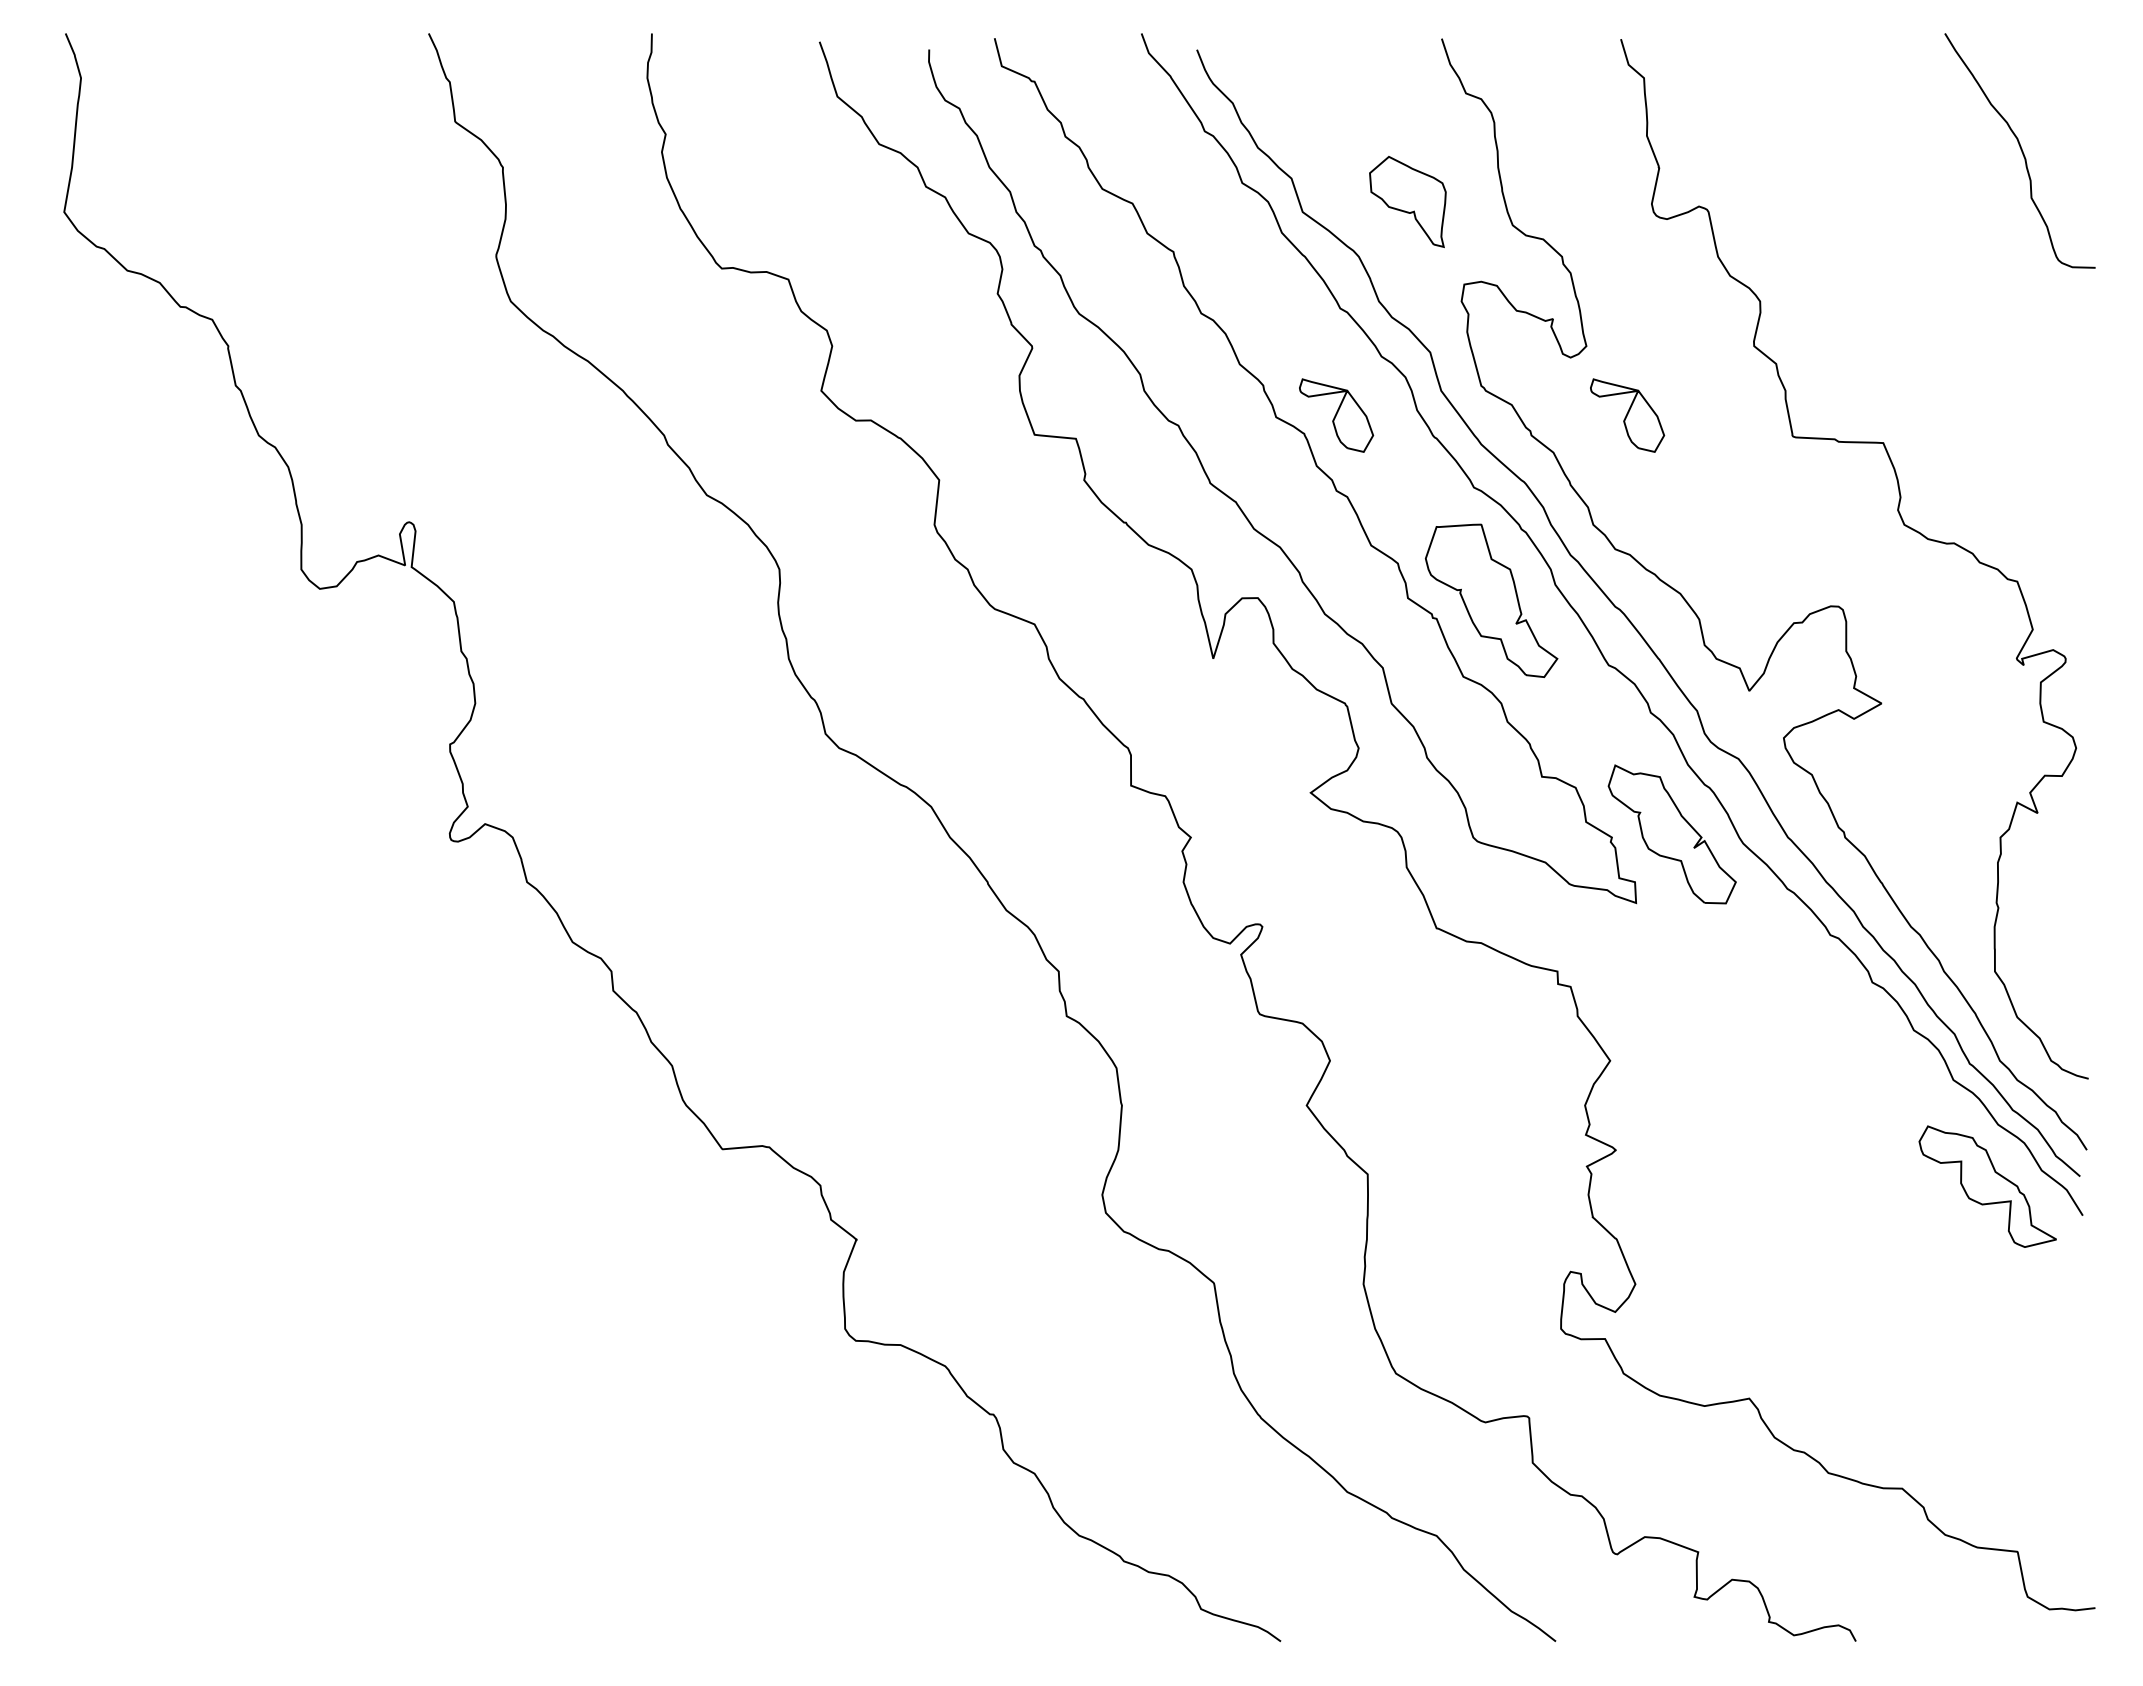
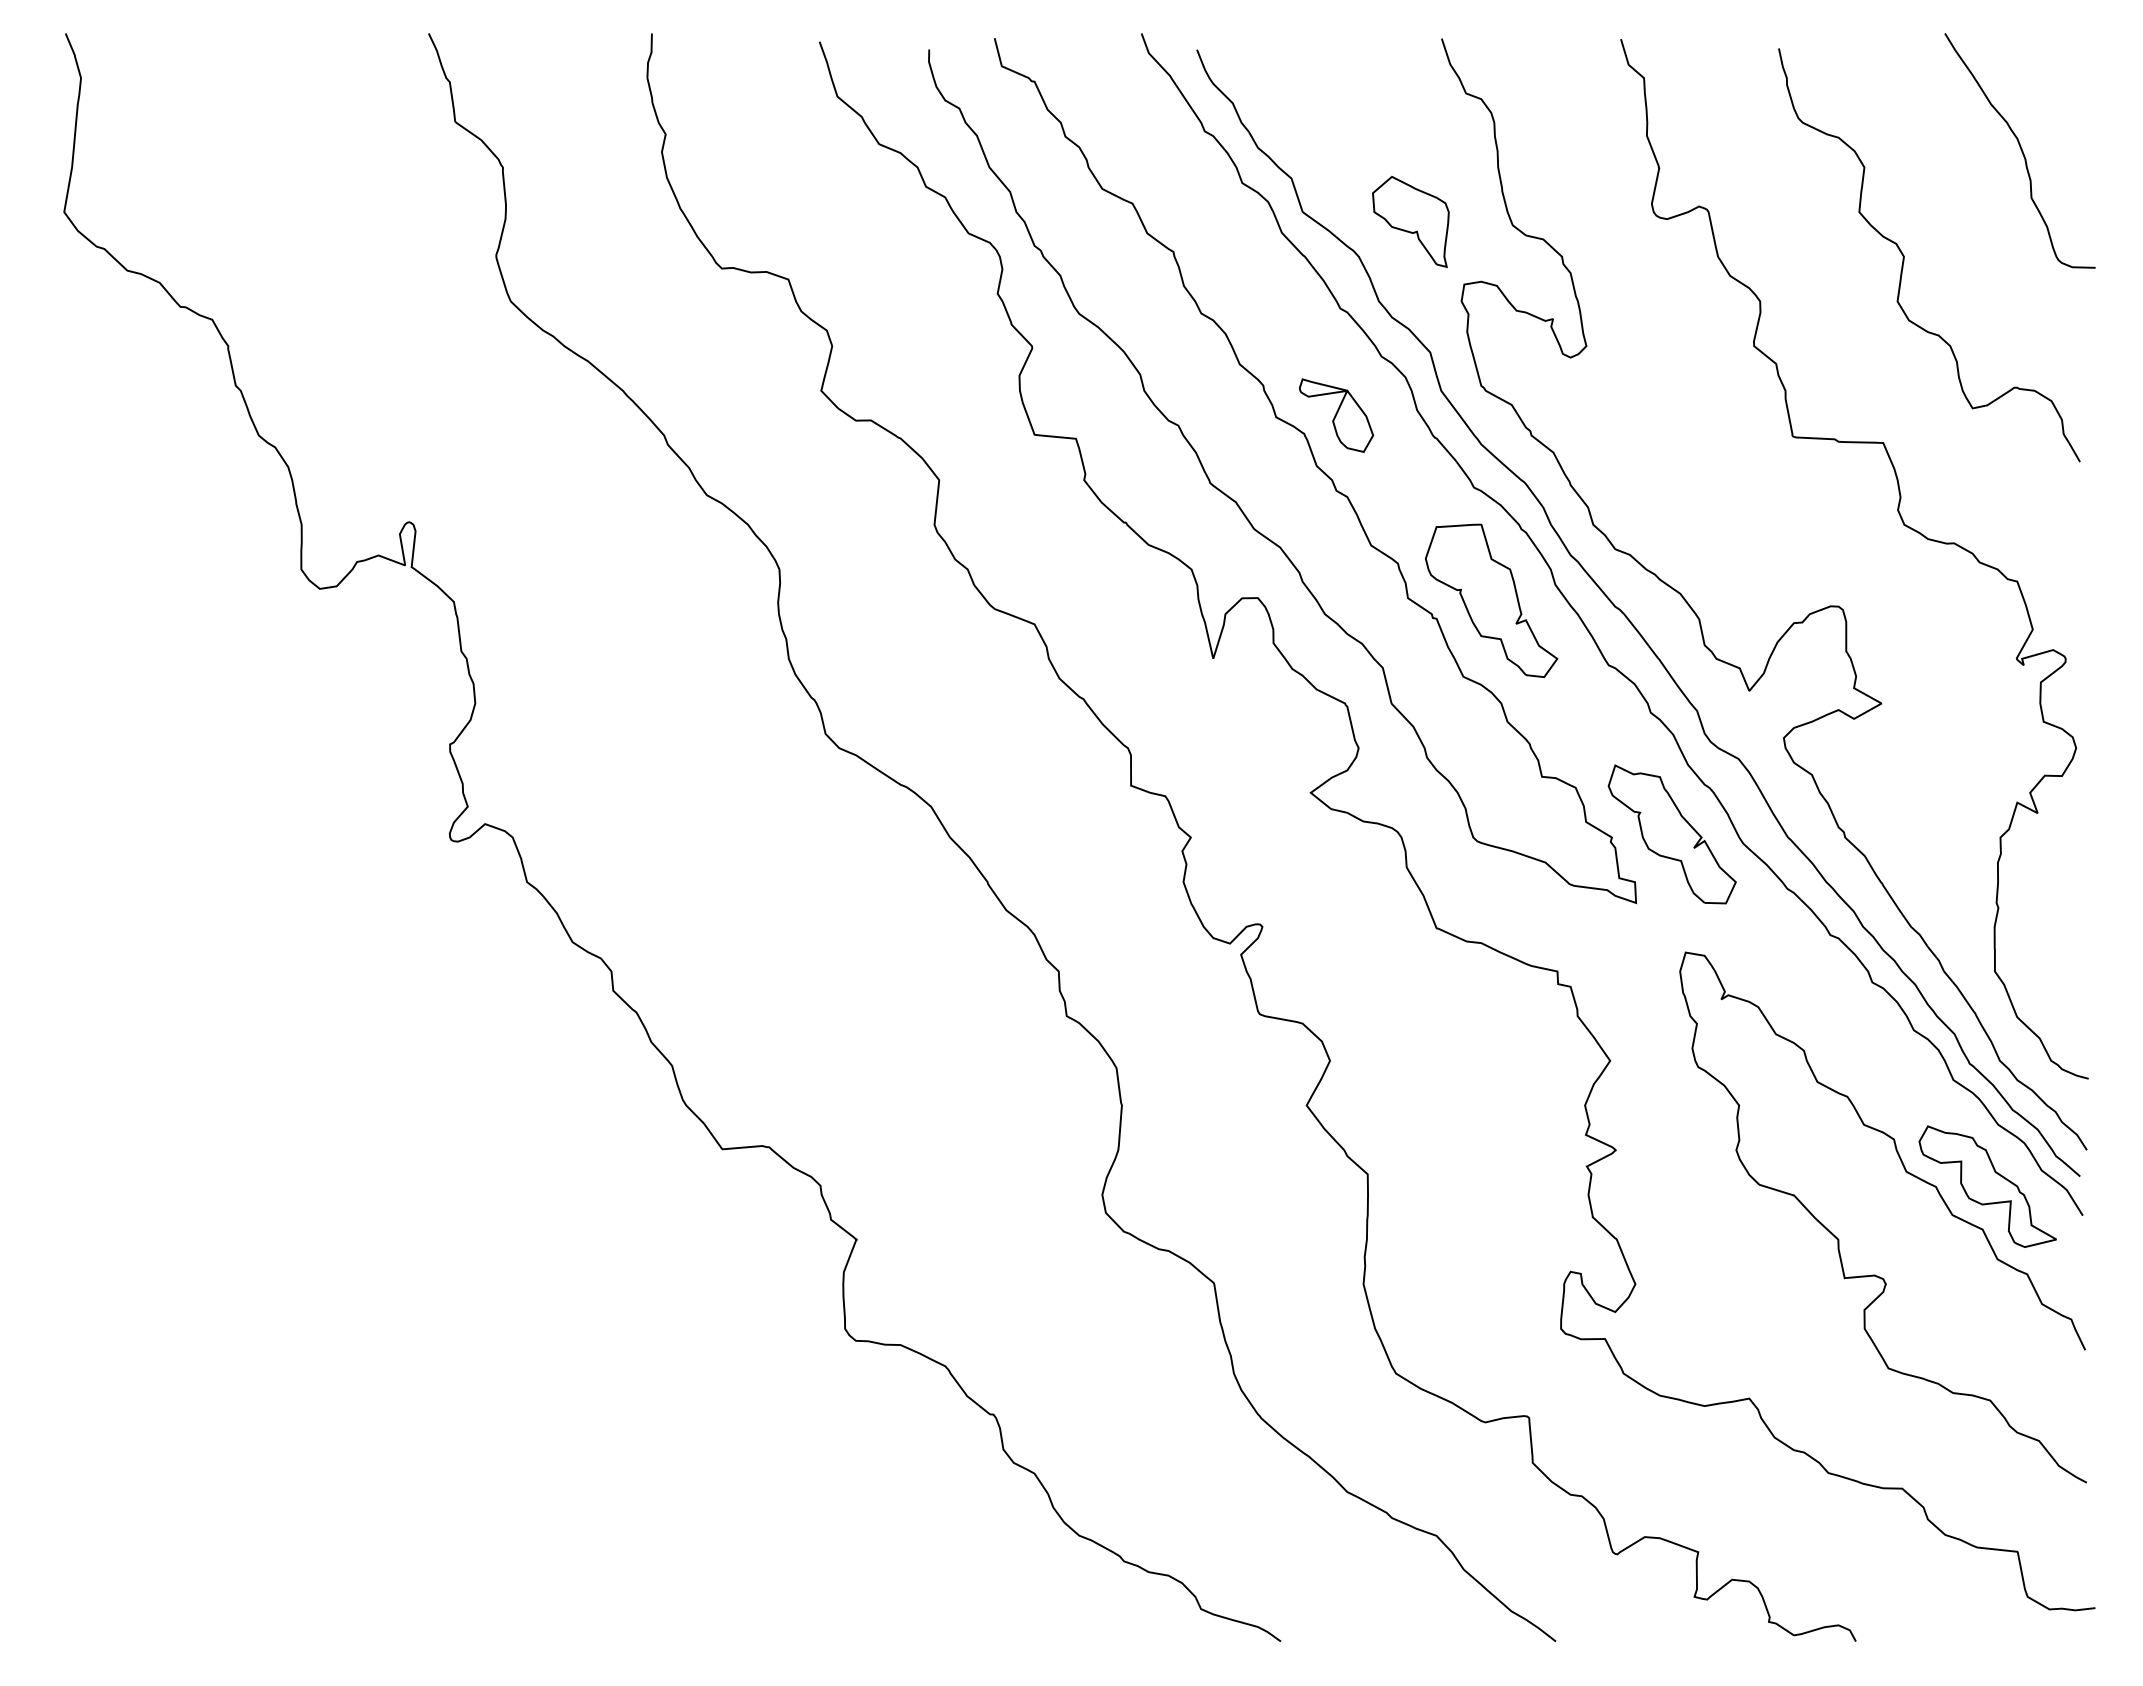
part at (1407, 201) position: (1407, 201) -> (1410, 221)
curve at (1904, 255): none -> present
part at (1627, 415): present -> none
curve at (1839, 1239): none -> present
